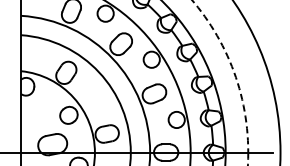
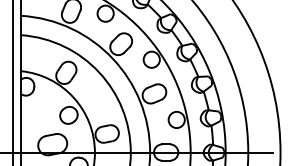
line at (12, 82): none -> present
circle at (220, 82): dashed -> solid
